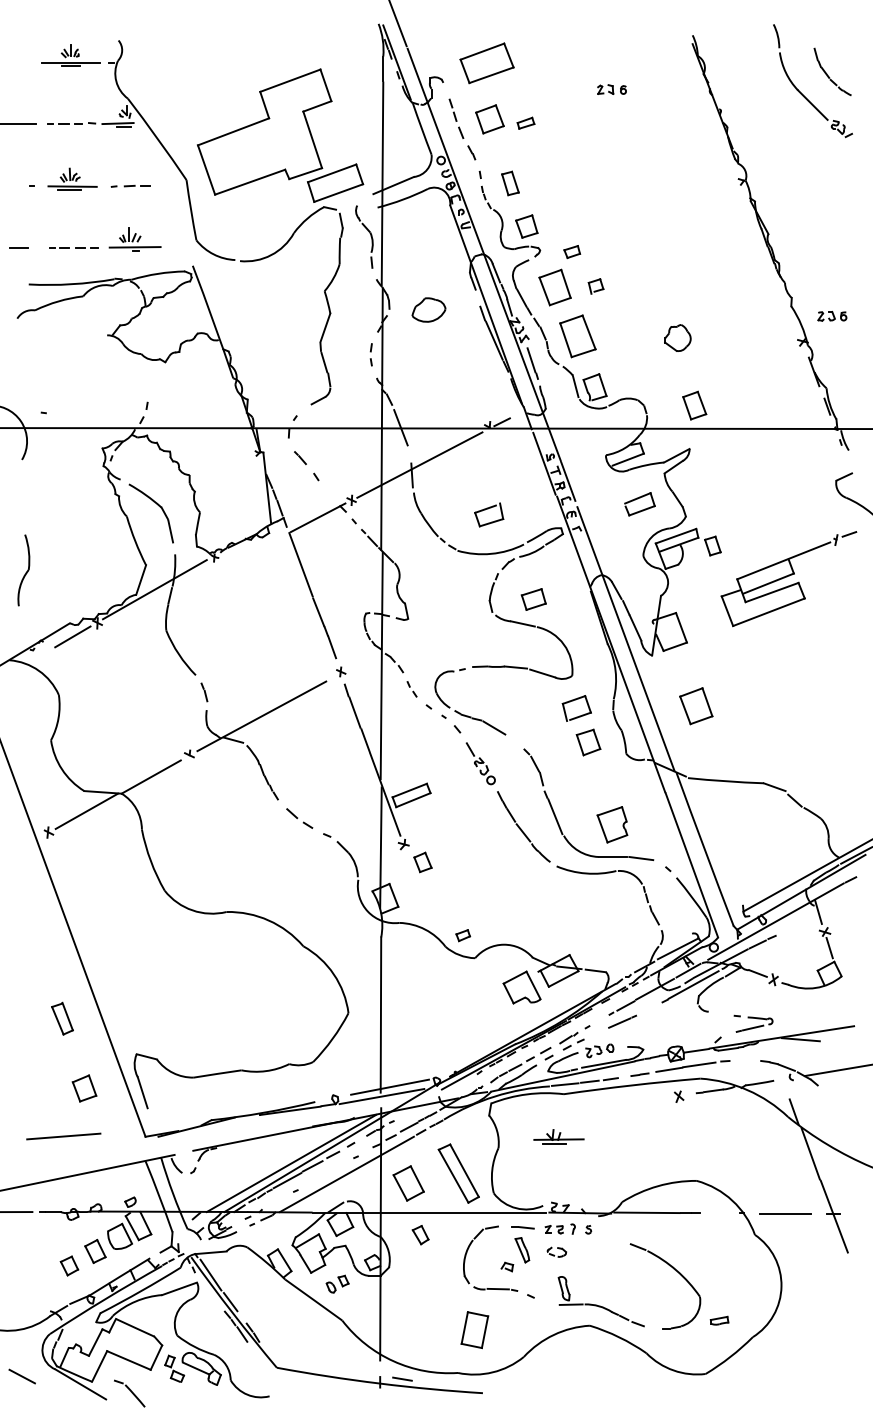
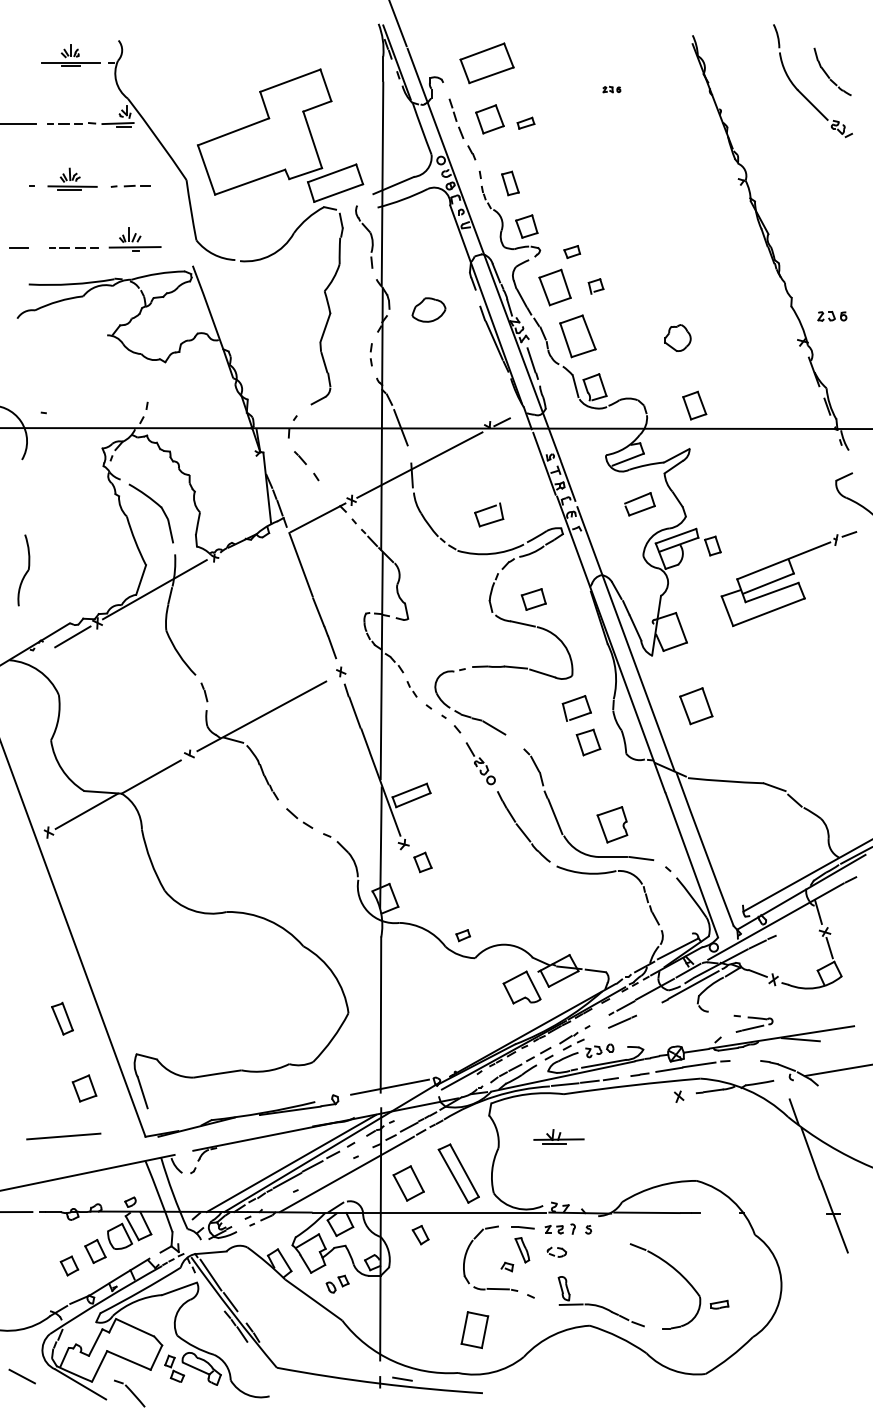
part at (611, 89) size: 30x11 px -> 20x9 px
line at (381, 1096): present -> none
line at (785, 1213): present -> none
part at (719, 1320) position: (719, 1320) -> (719, 1304)
